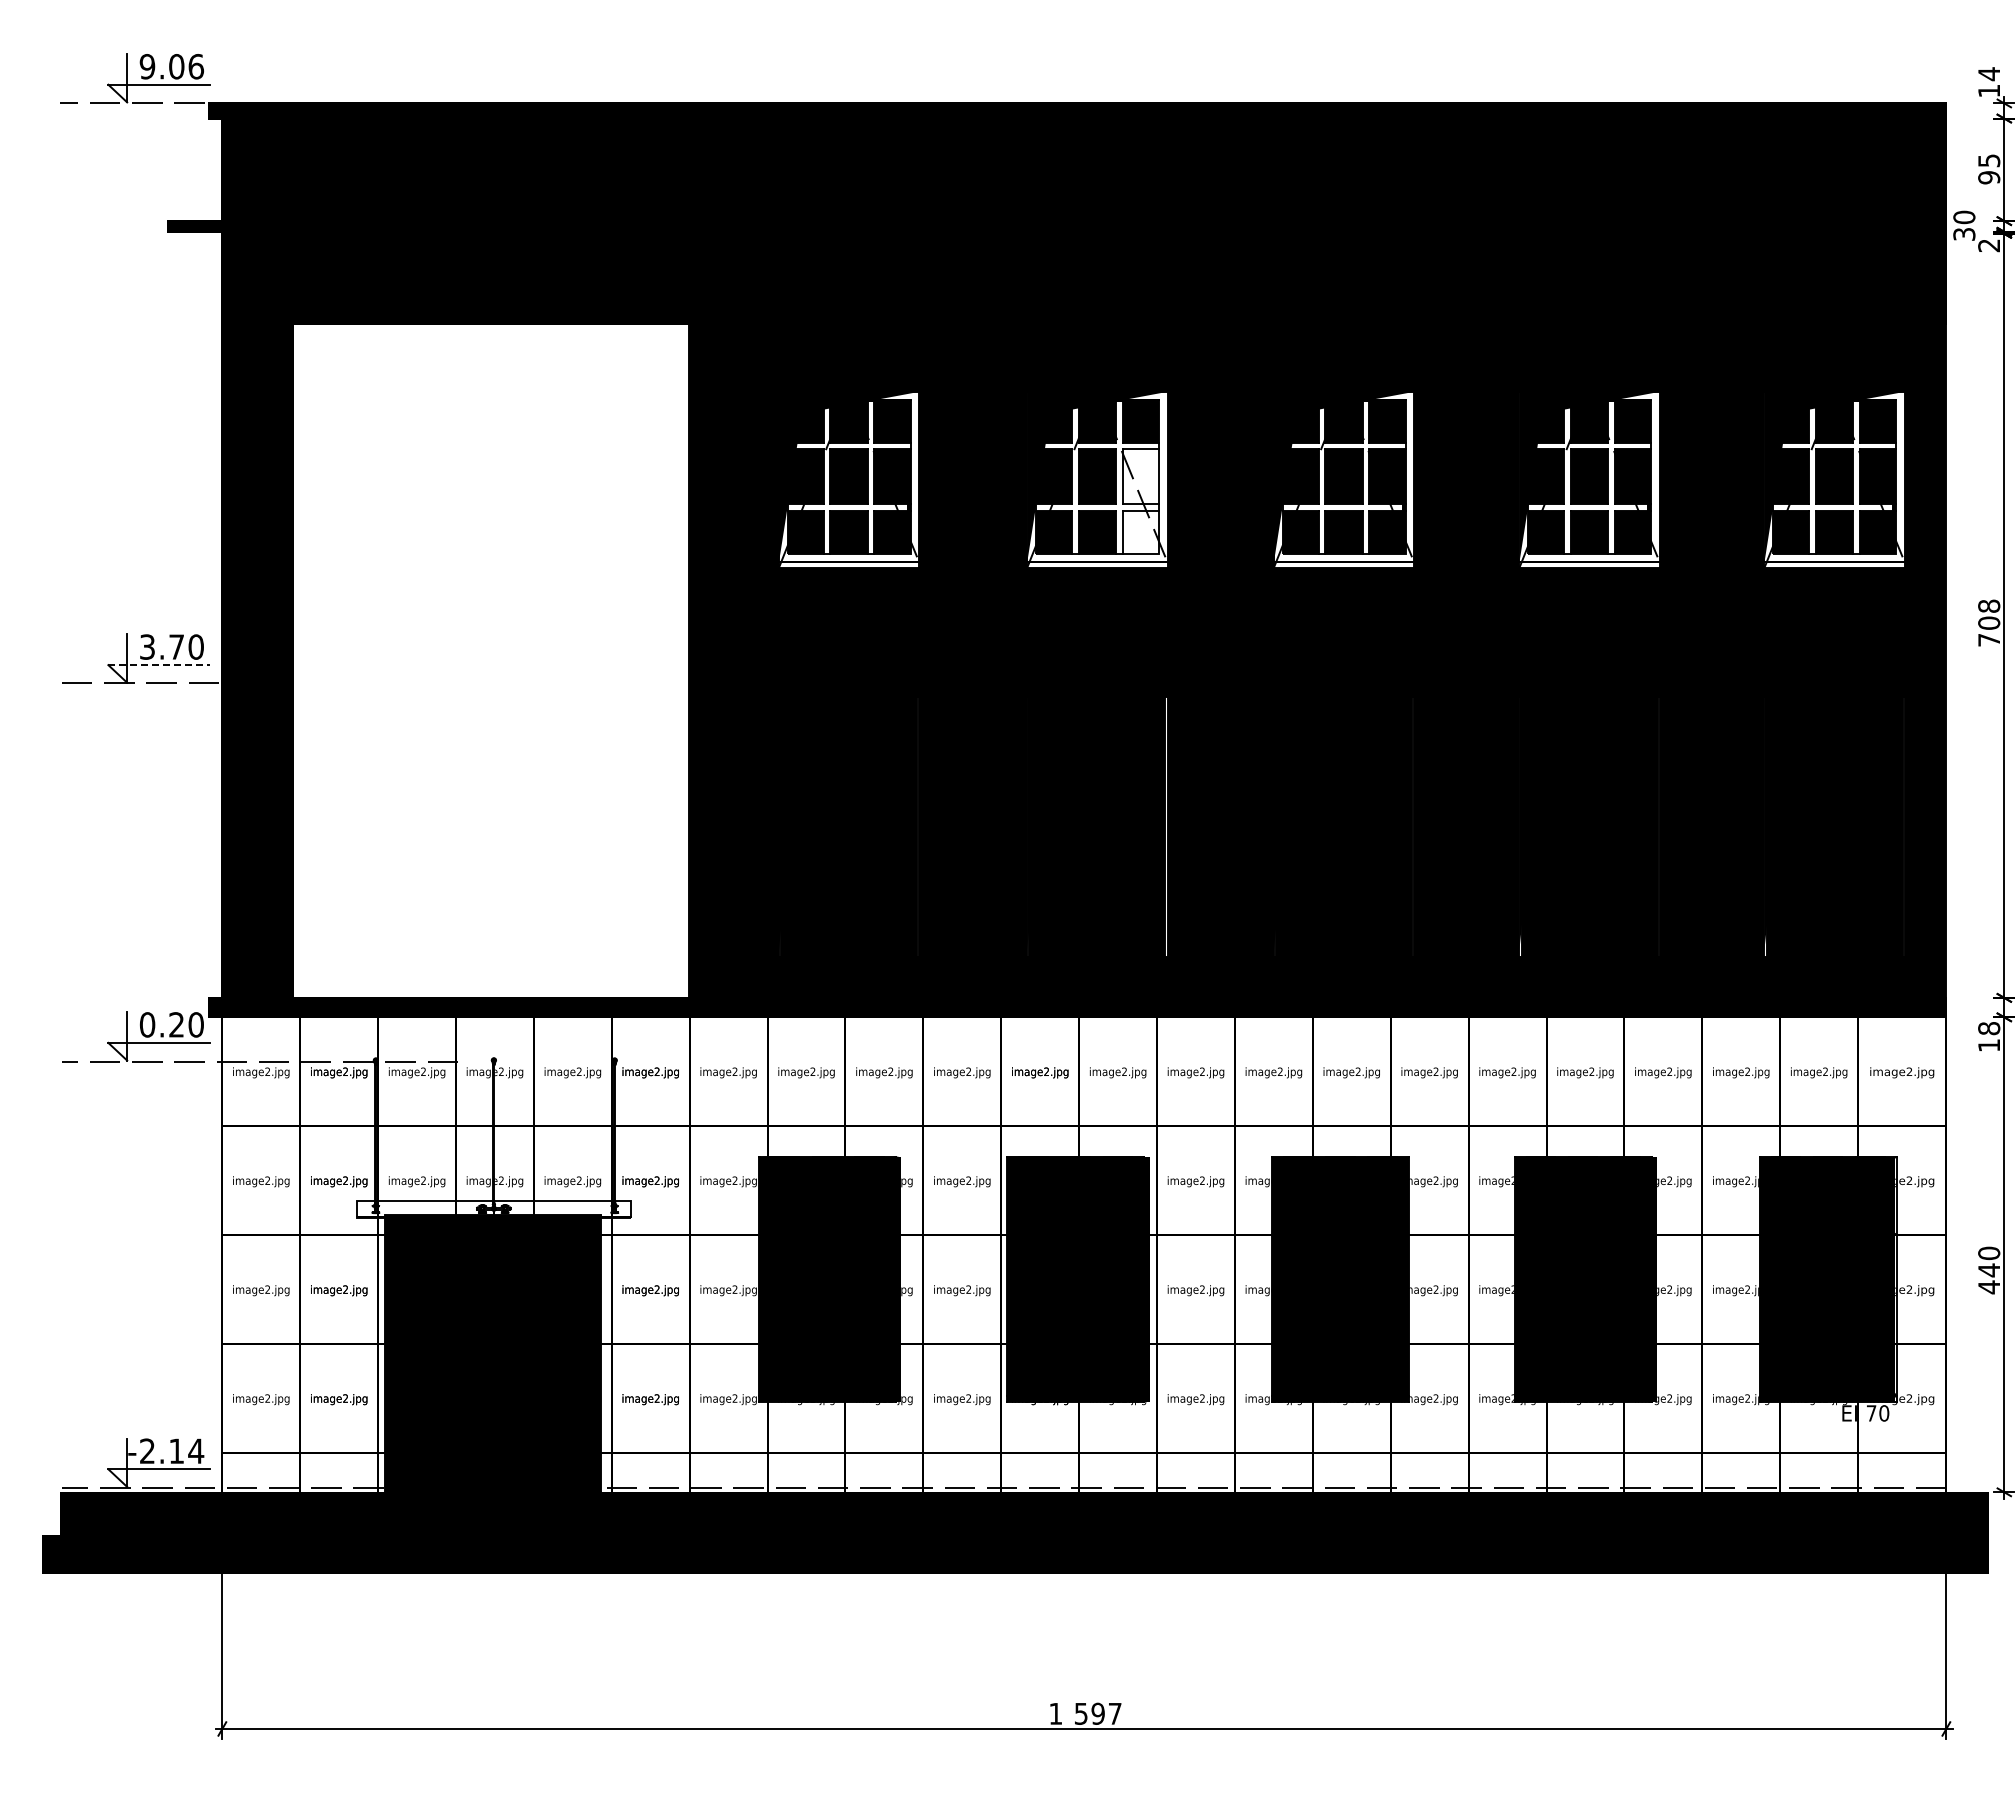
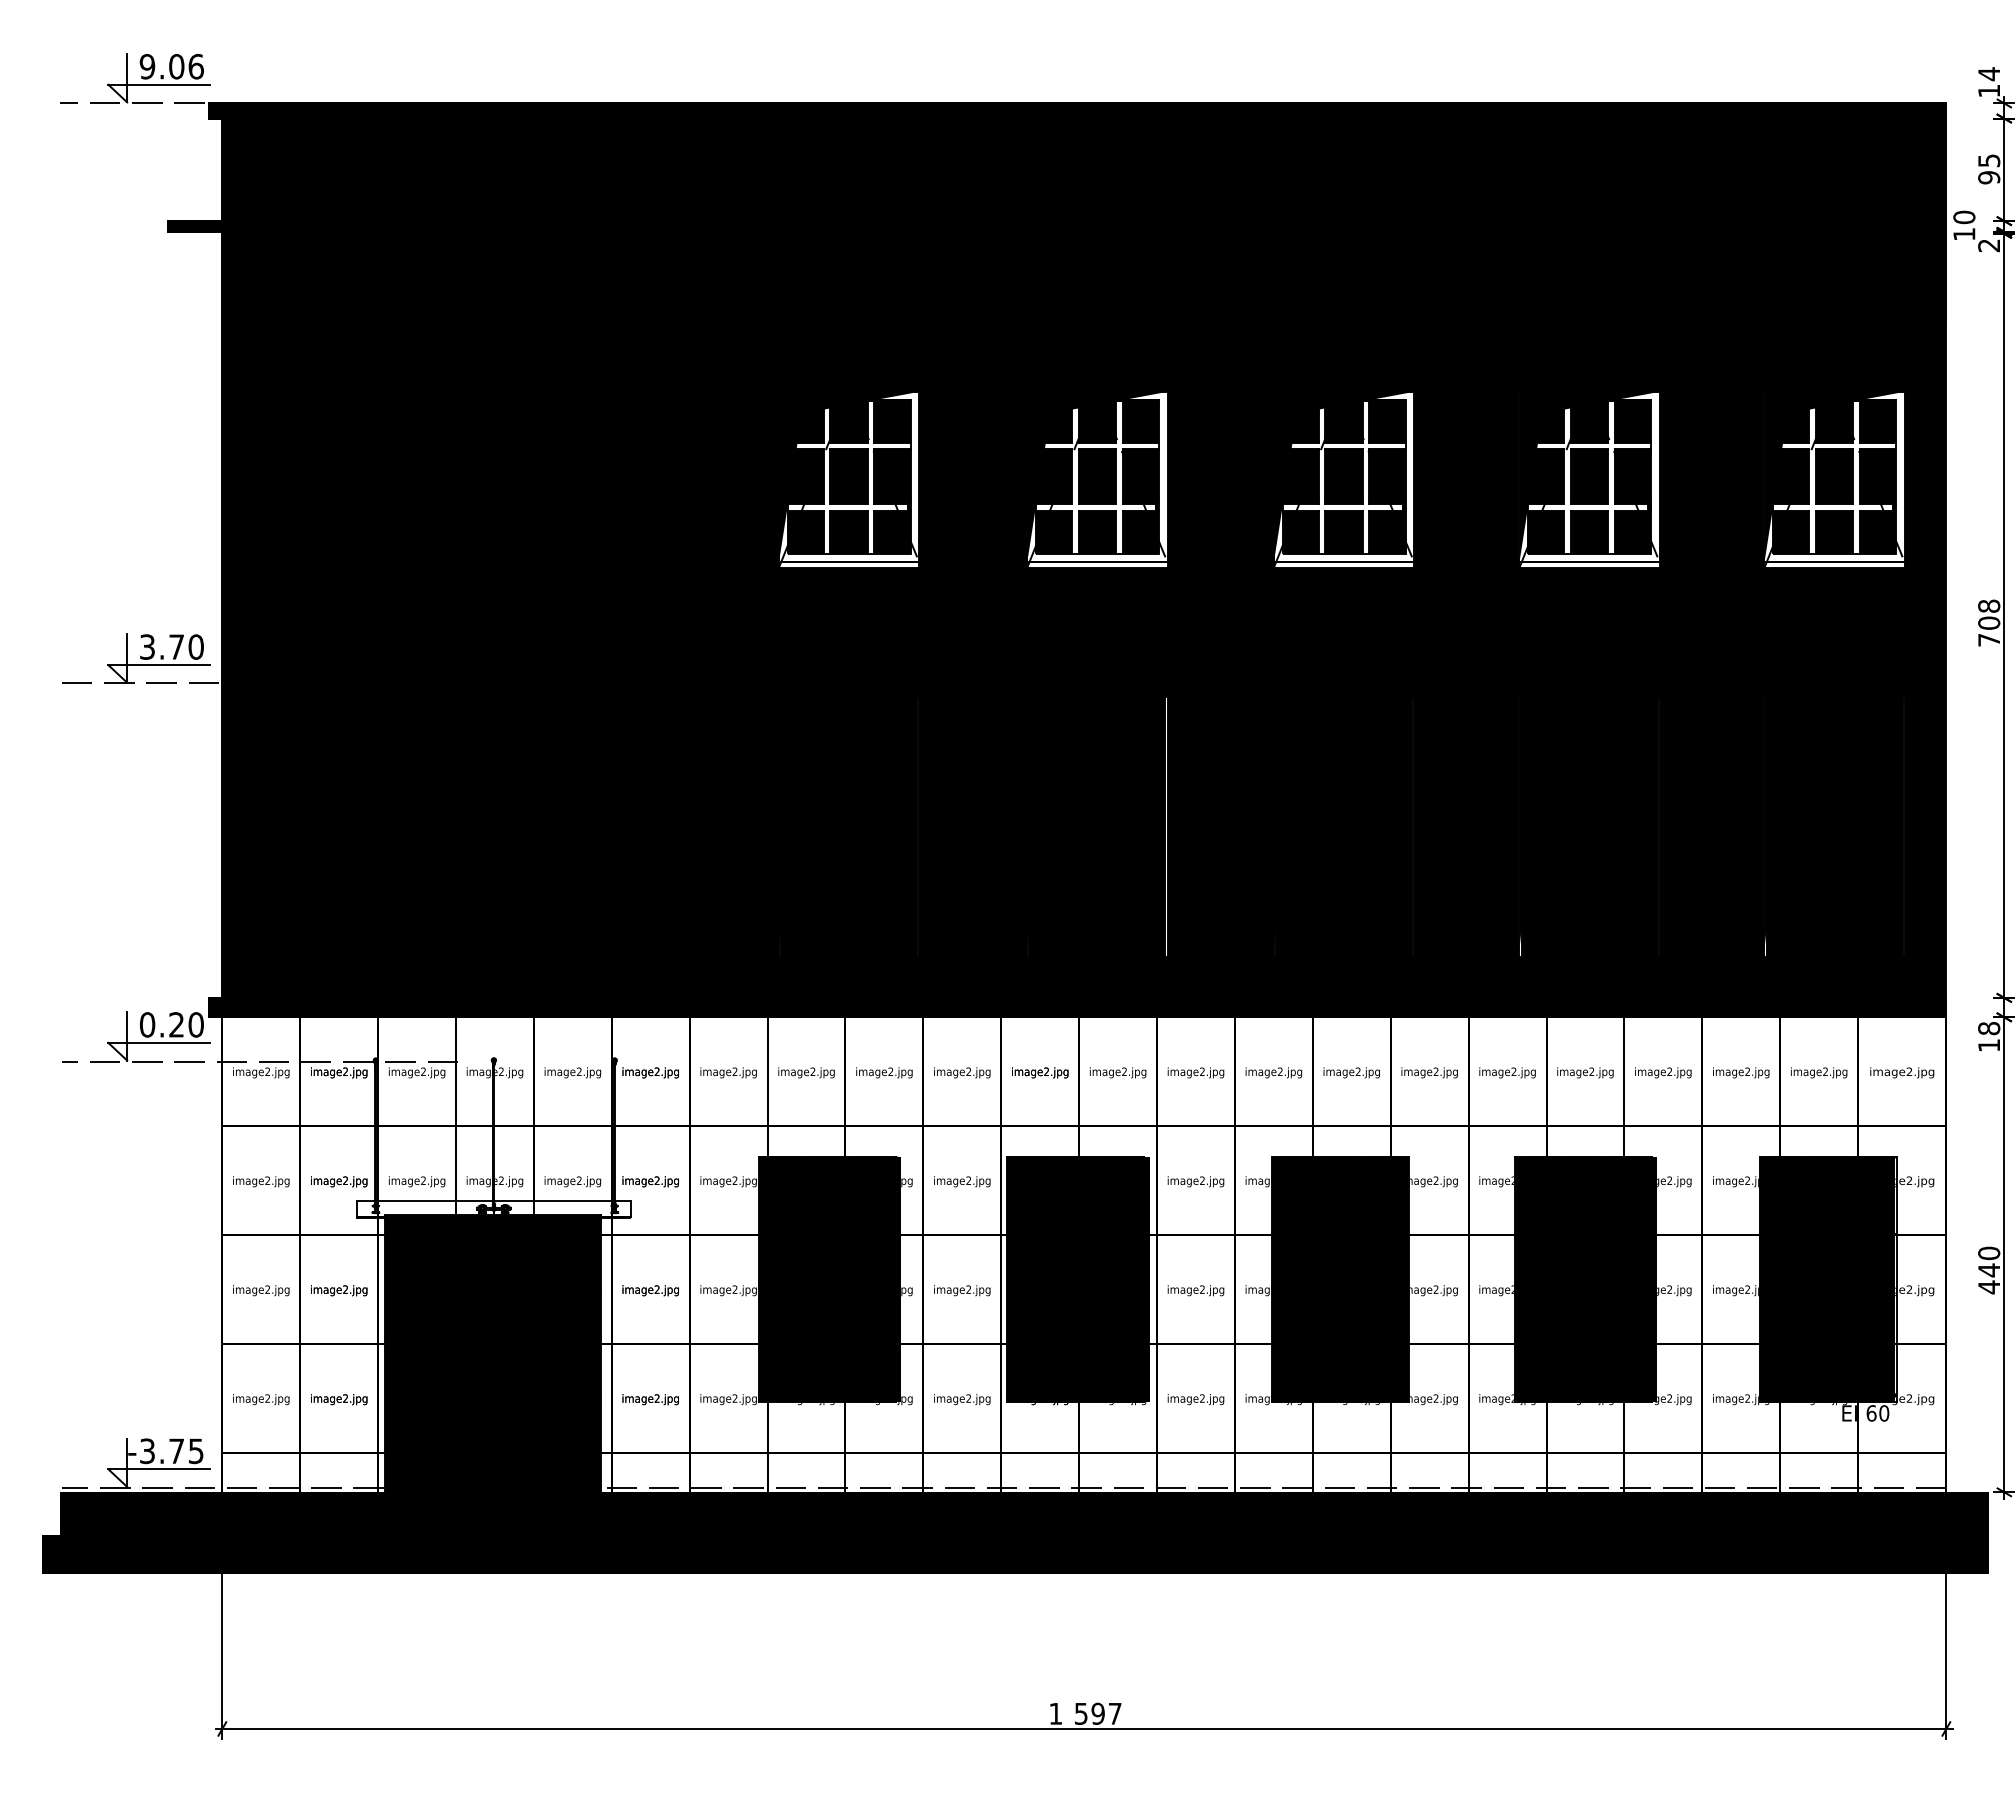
text at (1964, 234): 30 -> 10
fill at (1140, 501): none -> present
fill at (491, 660): none -> present
line at (159, 665): dashed -> solid
text at (1871, 1413): 70 -> 60
text at (172, 1451): -2.14 -> -3.75
